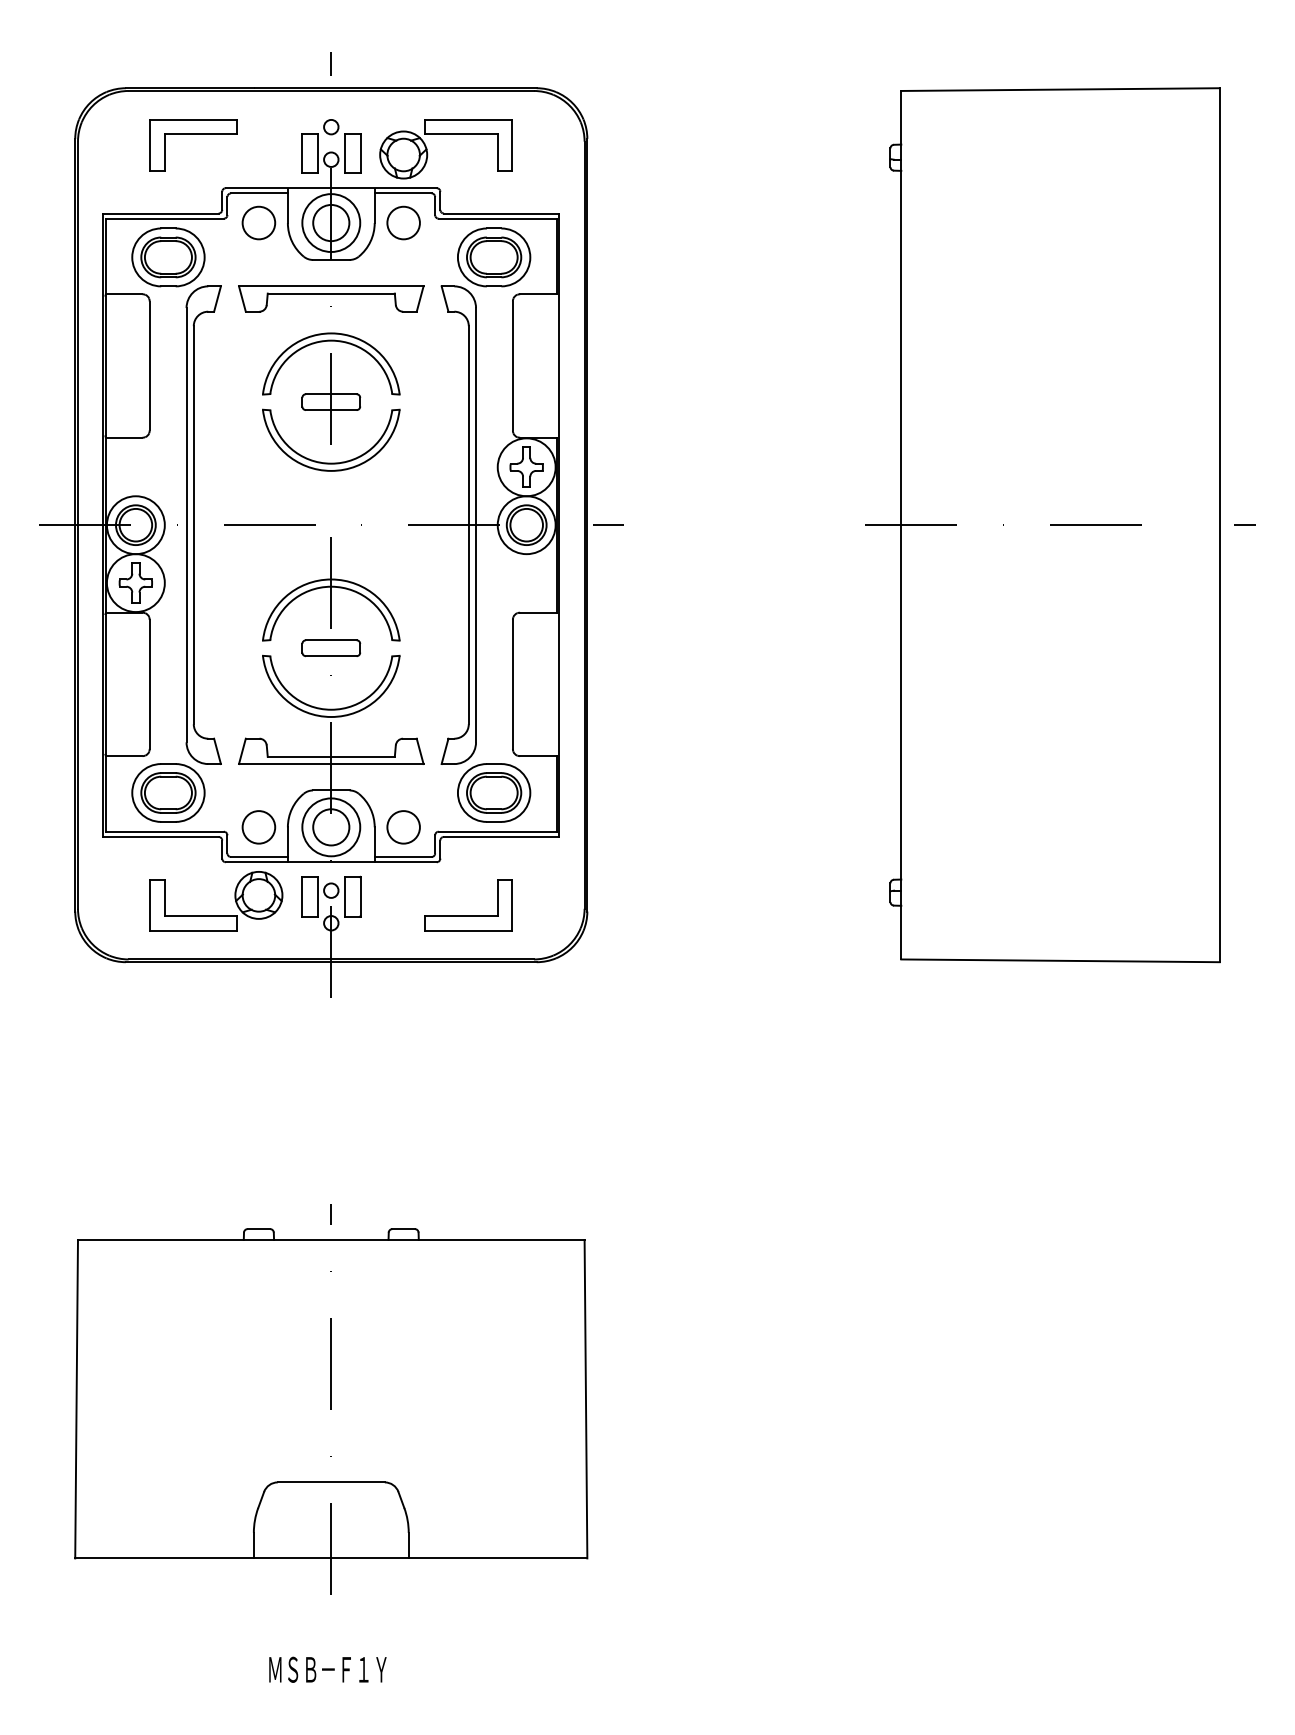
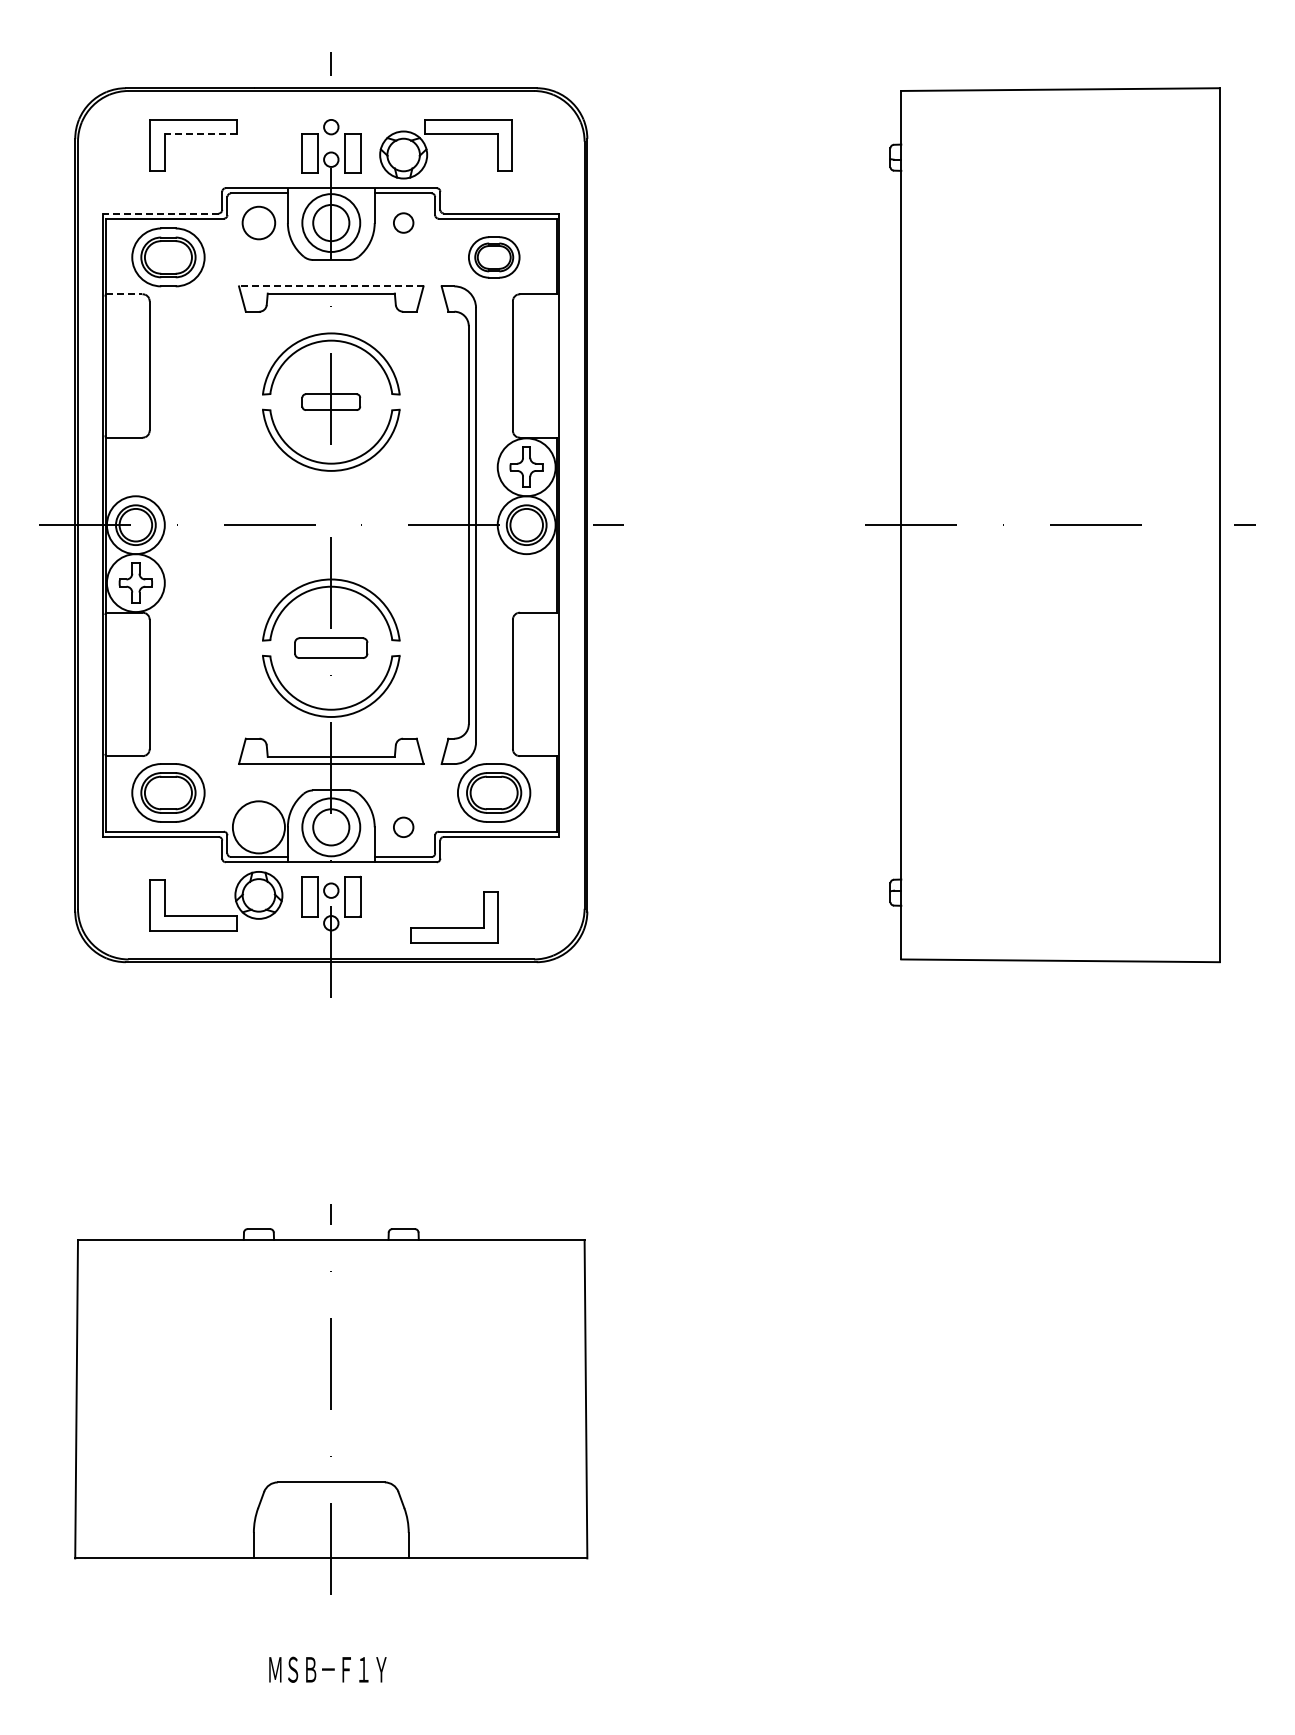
line at (200, 134): solid -> dashed
line at (160, 213): solid -> dashed
circle at (403, 222) diameter: 33 px -> 20 px
part at (494, 257) size: 75x61 px -> 53x43 px
line at (330, 286): solid -> dashed
line at (124, 294): solid -> dashed
part at (194, 524): present -> none
part at (331, 648) size: 61x19 px -> 75x22 px
circle at (258, 827) diameter: 33 px -> 52 px
circle at (403, 827) diameter: 33 px -> 20 px
part at (468, 915) position: (468, 915) -> (454, 927)
